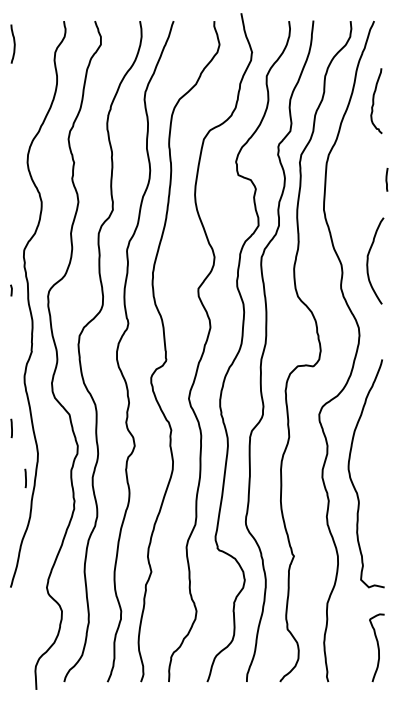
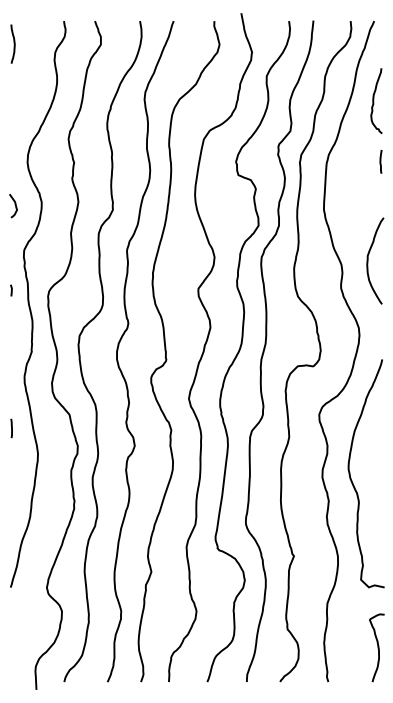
line at (386, 179) position: (386, 179) -> (380, 161)
curve at (14, 204): none -> present
line at (25, 478): present -> none
